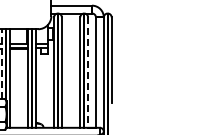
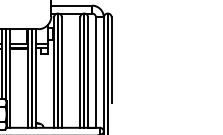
line at (1, 63): dashed -> solid
line at (88, 73): dashed -> solid
